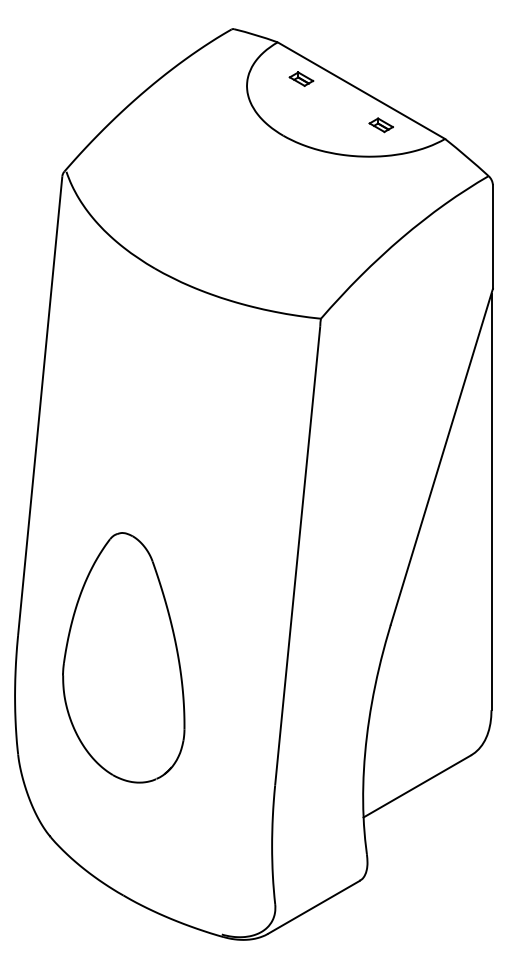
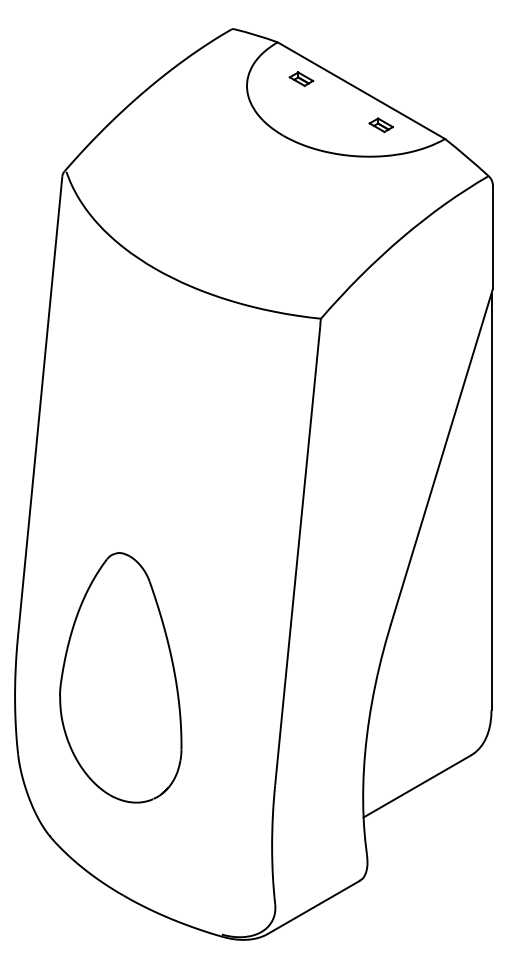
part at (123, 657) position: (123, 657) -> (120, 677)
